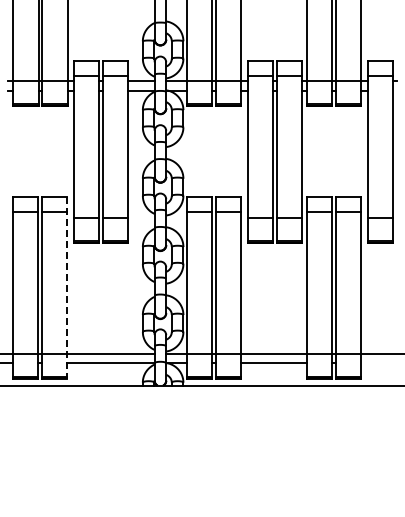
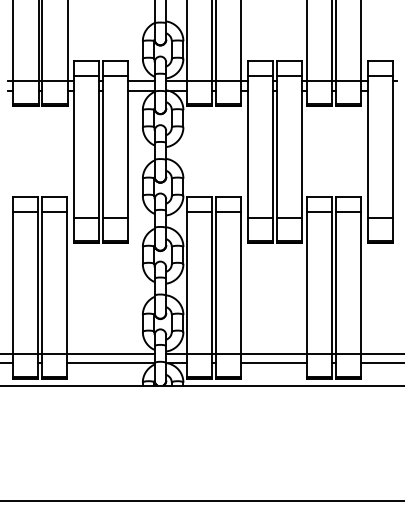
line at (67, 287): dashed -> solid
line at (380, 363): none -> present
line at (201, 501): none -> present
